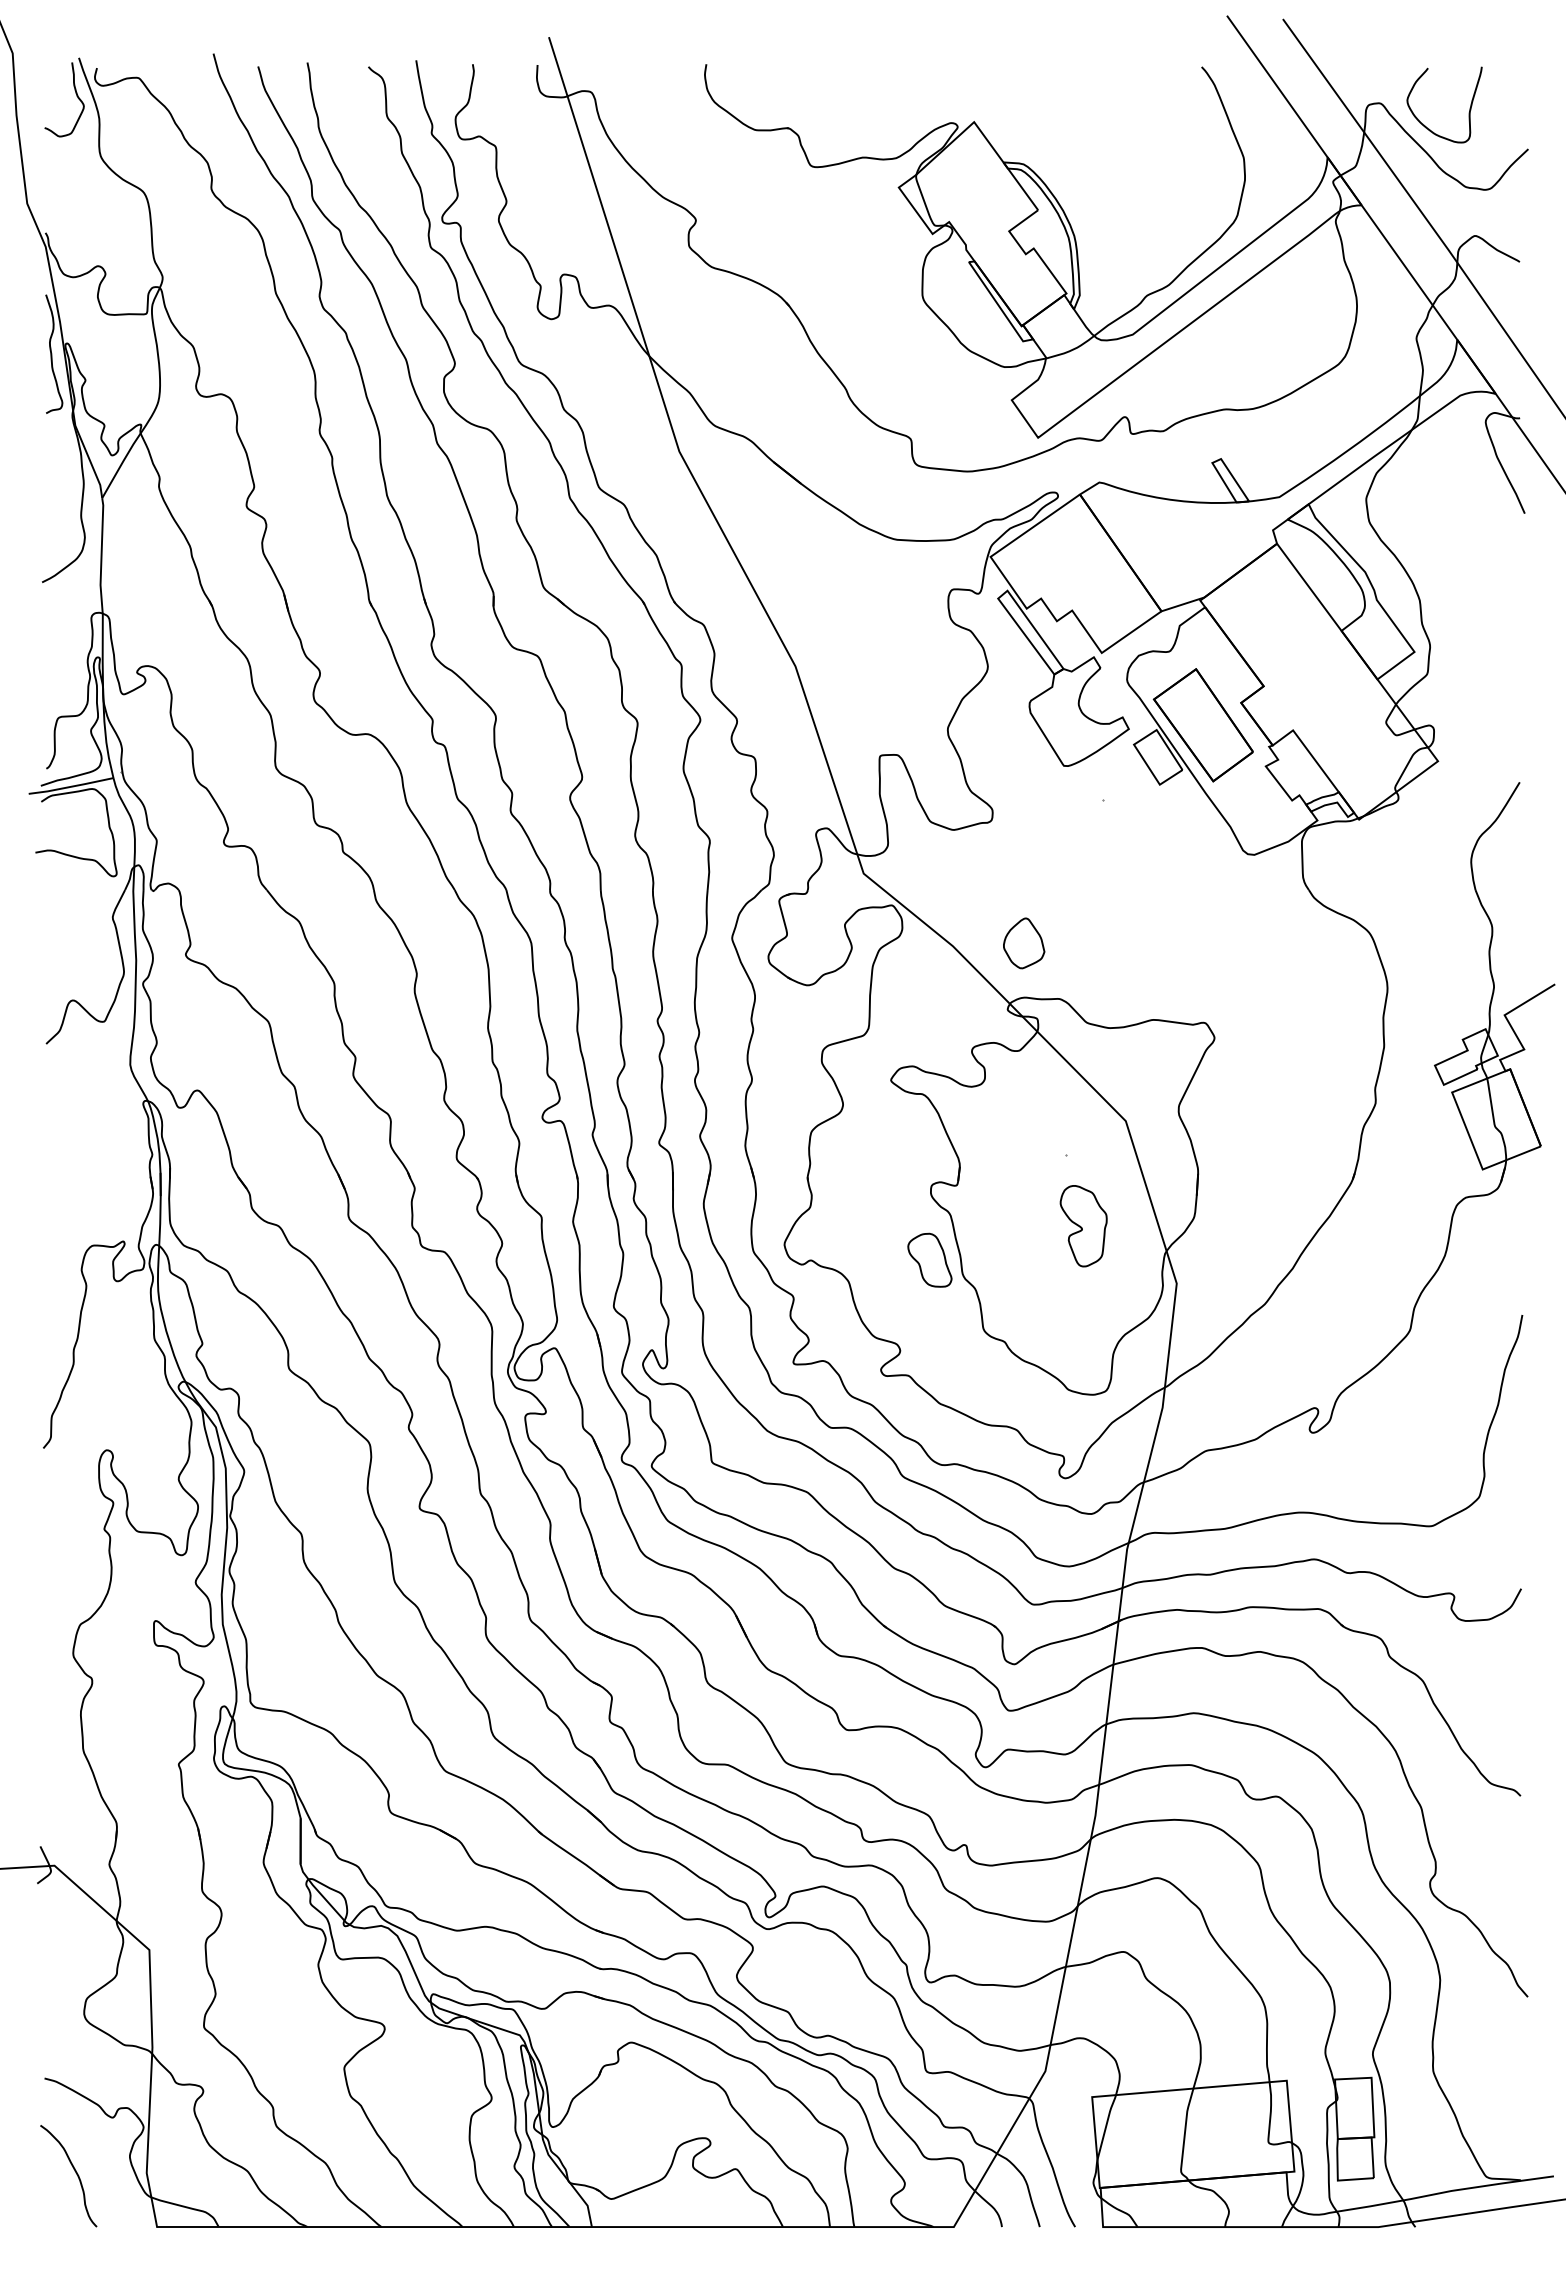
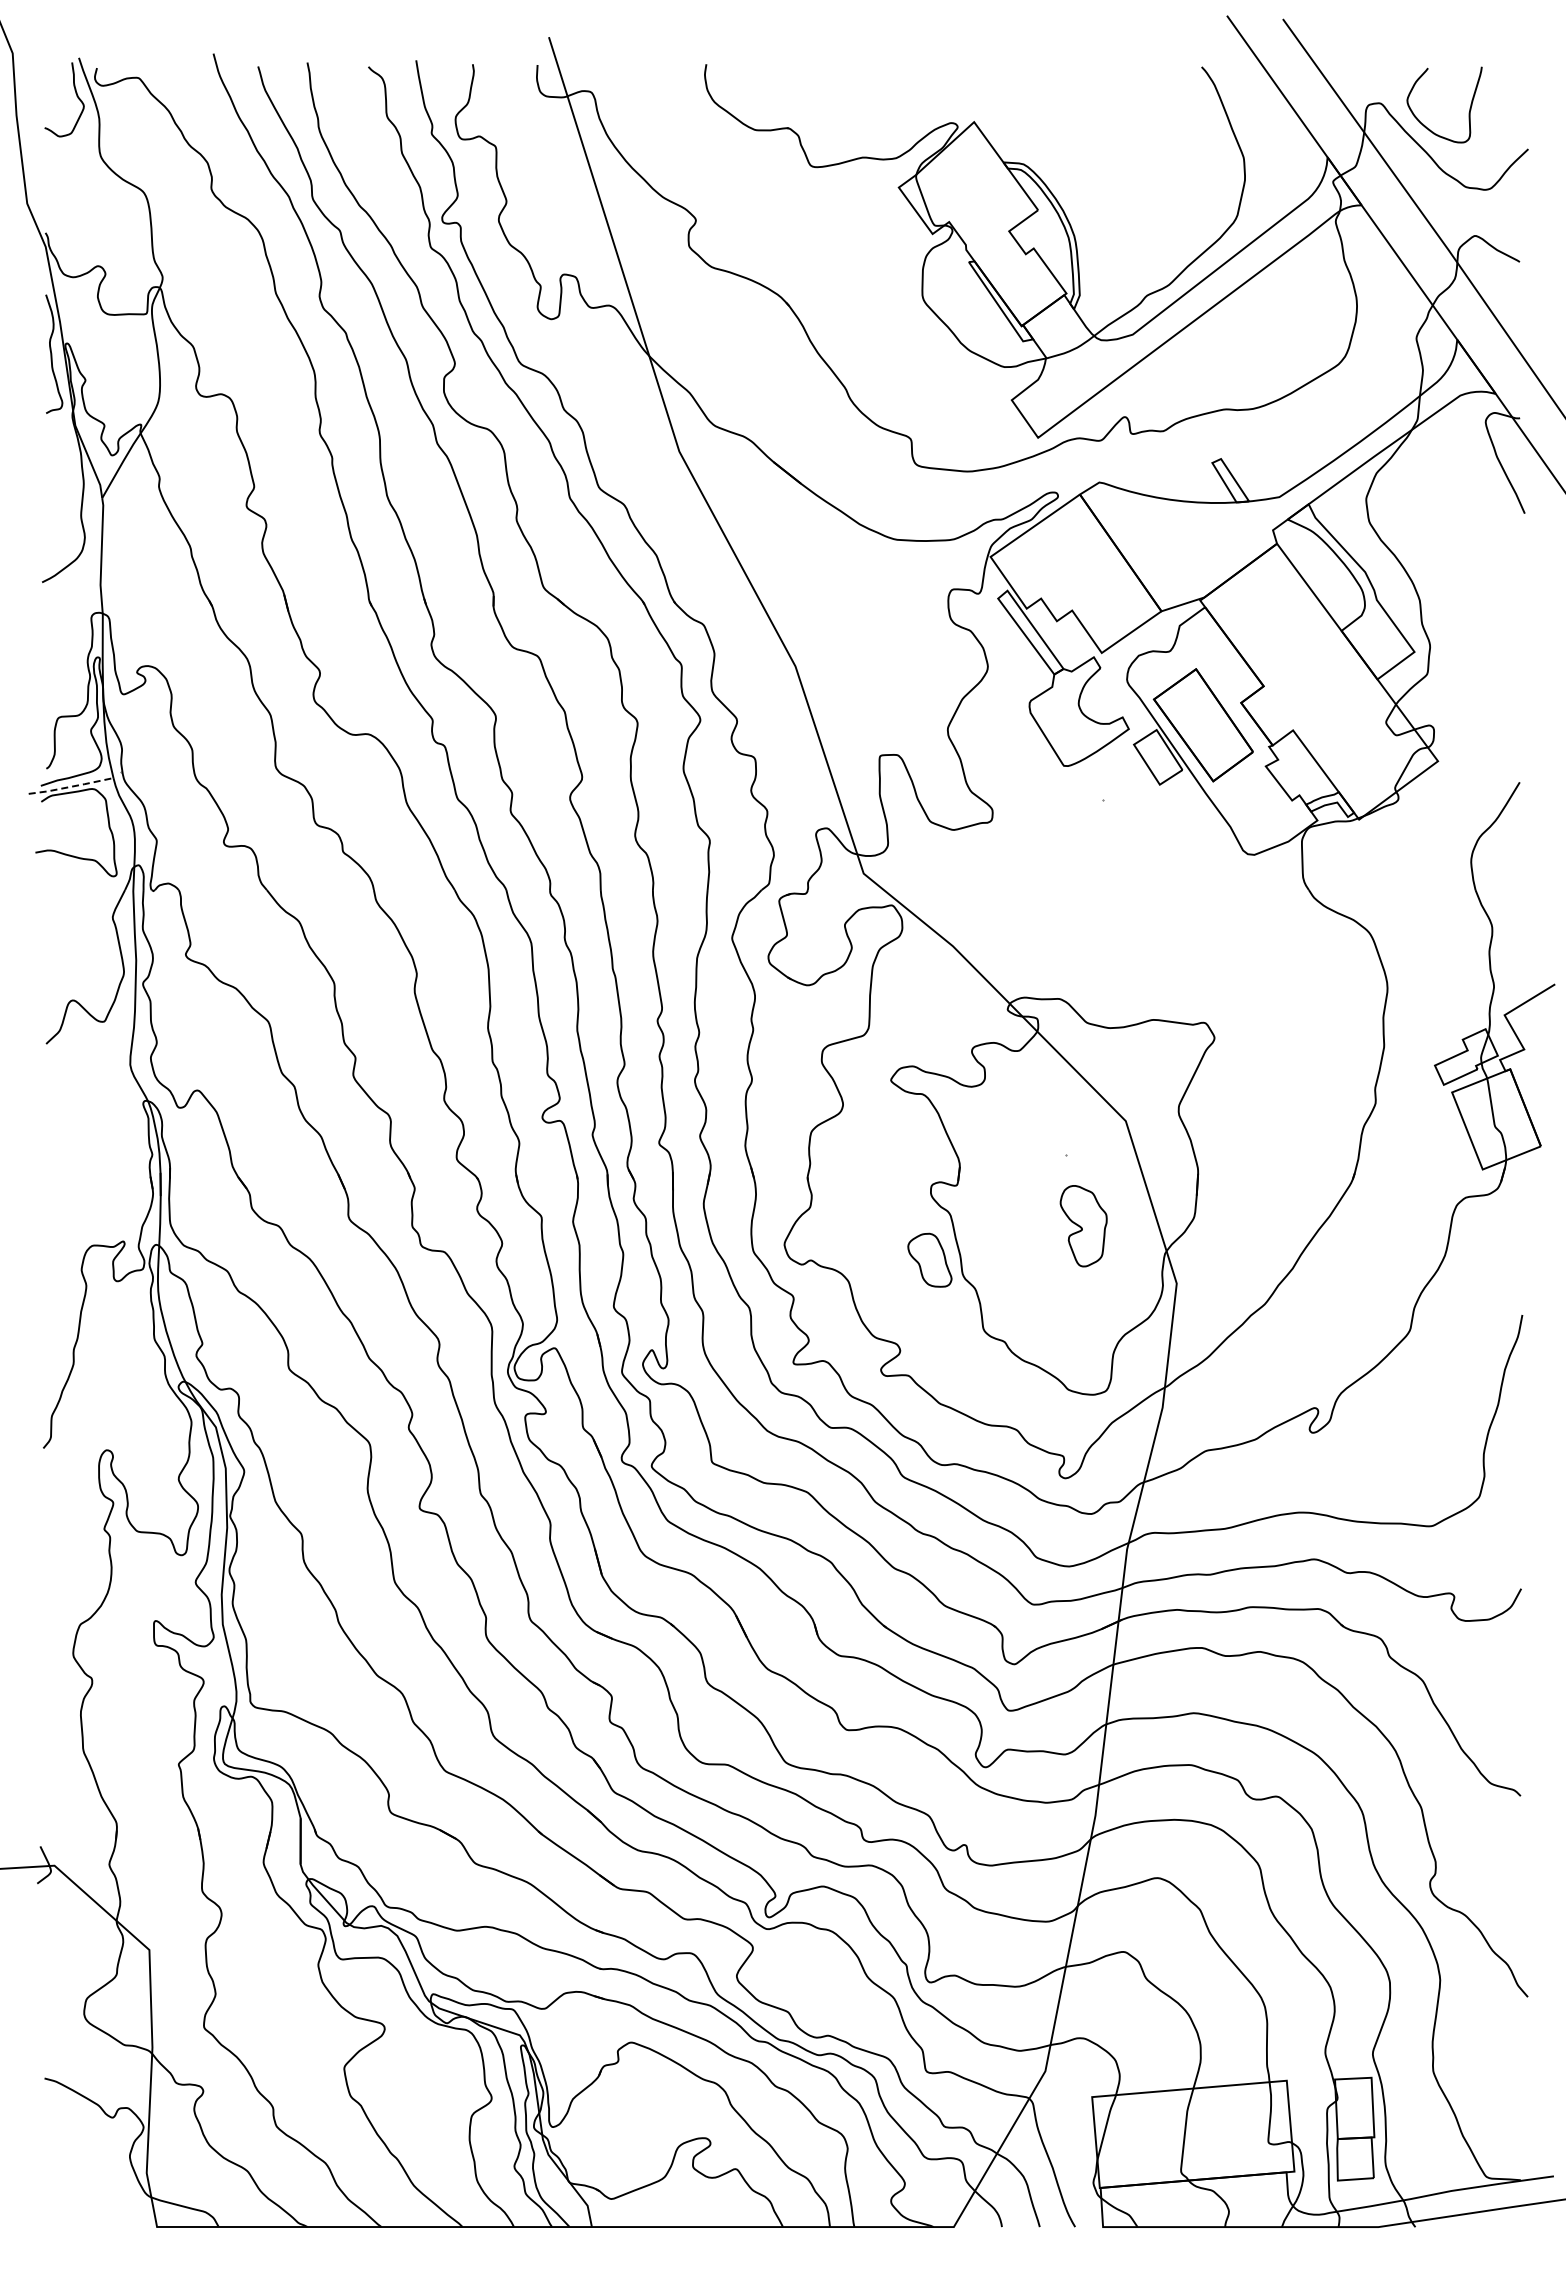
line at (71, 786): solid -> dashed
part at (1024, 943): present -> none
curve at (75, 2173): present -> none
